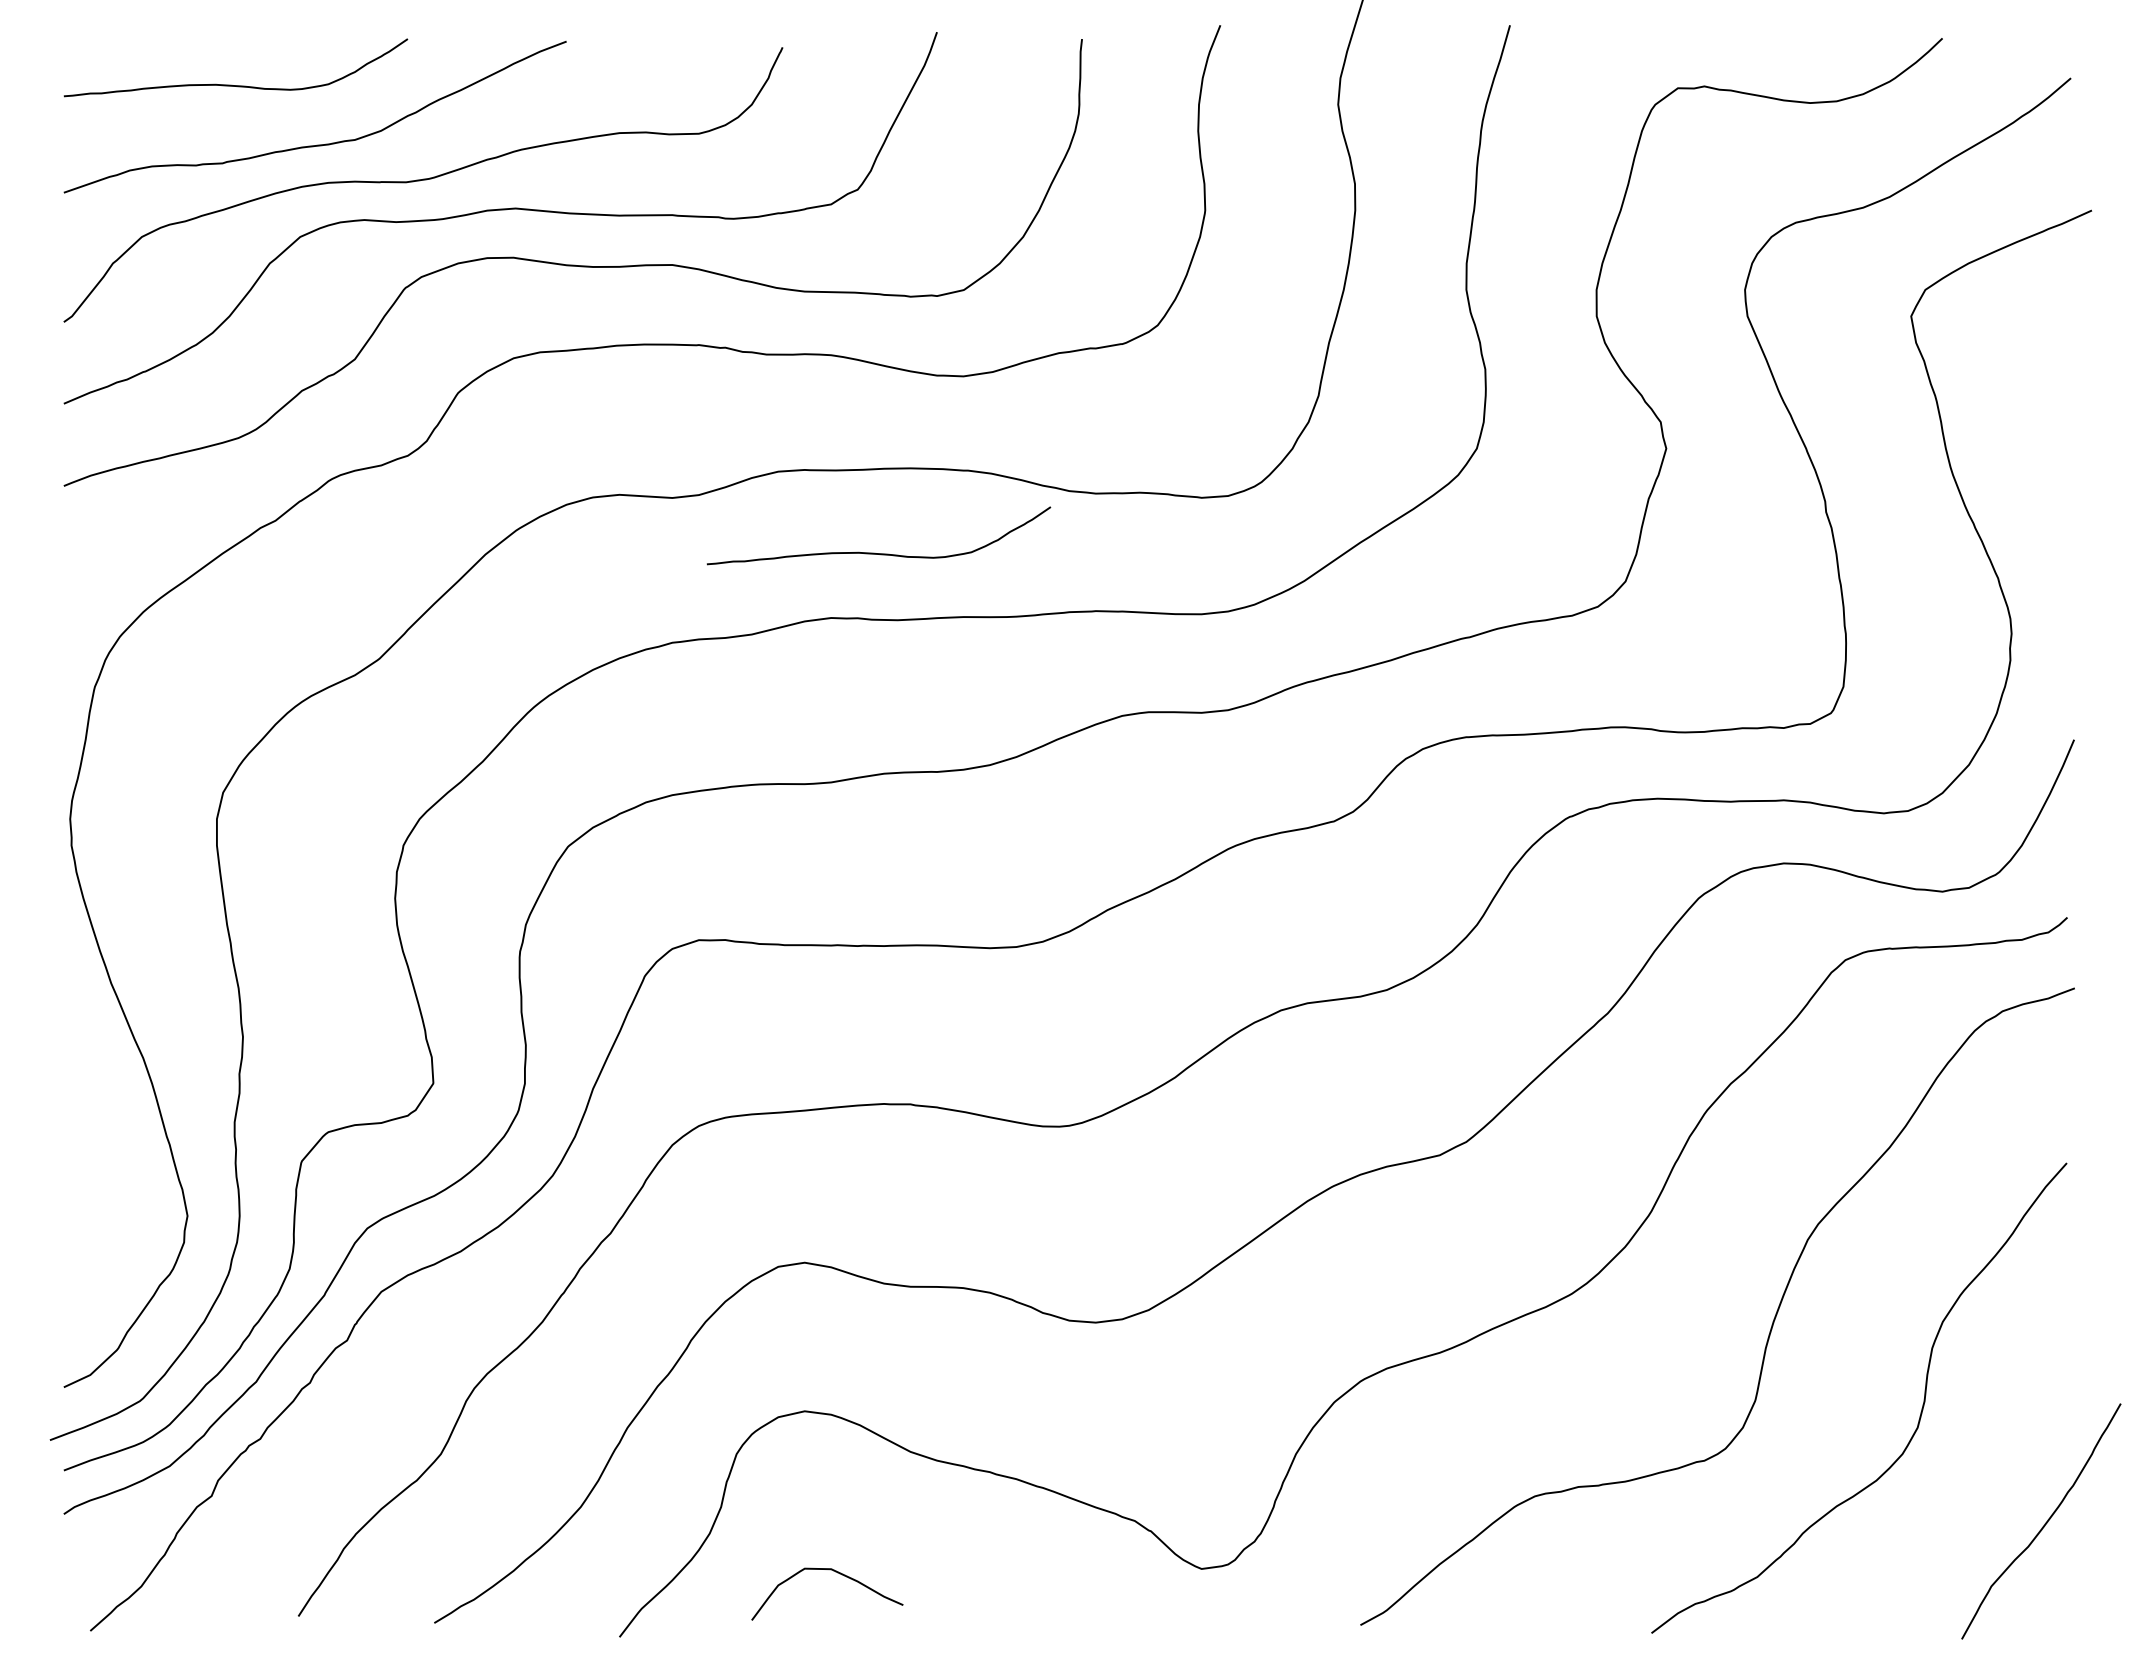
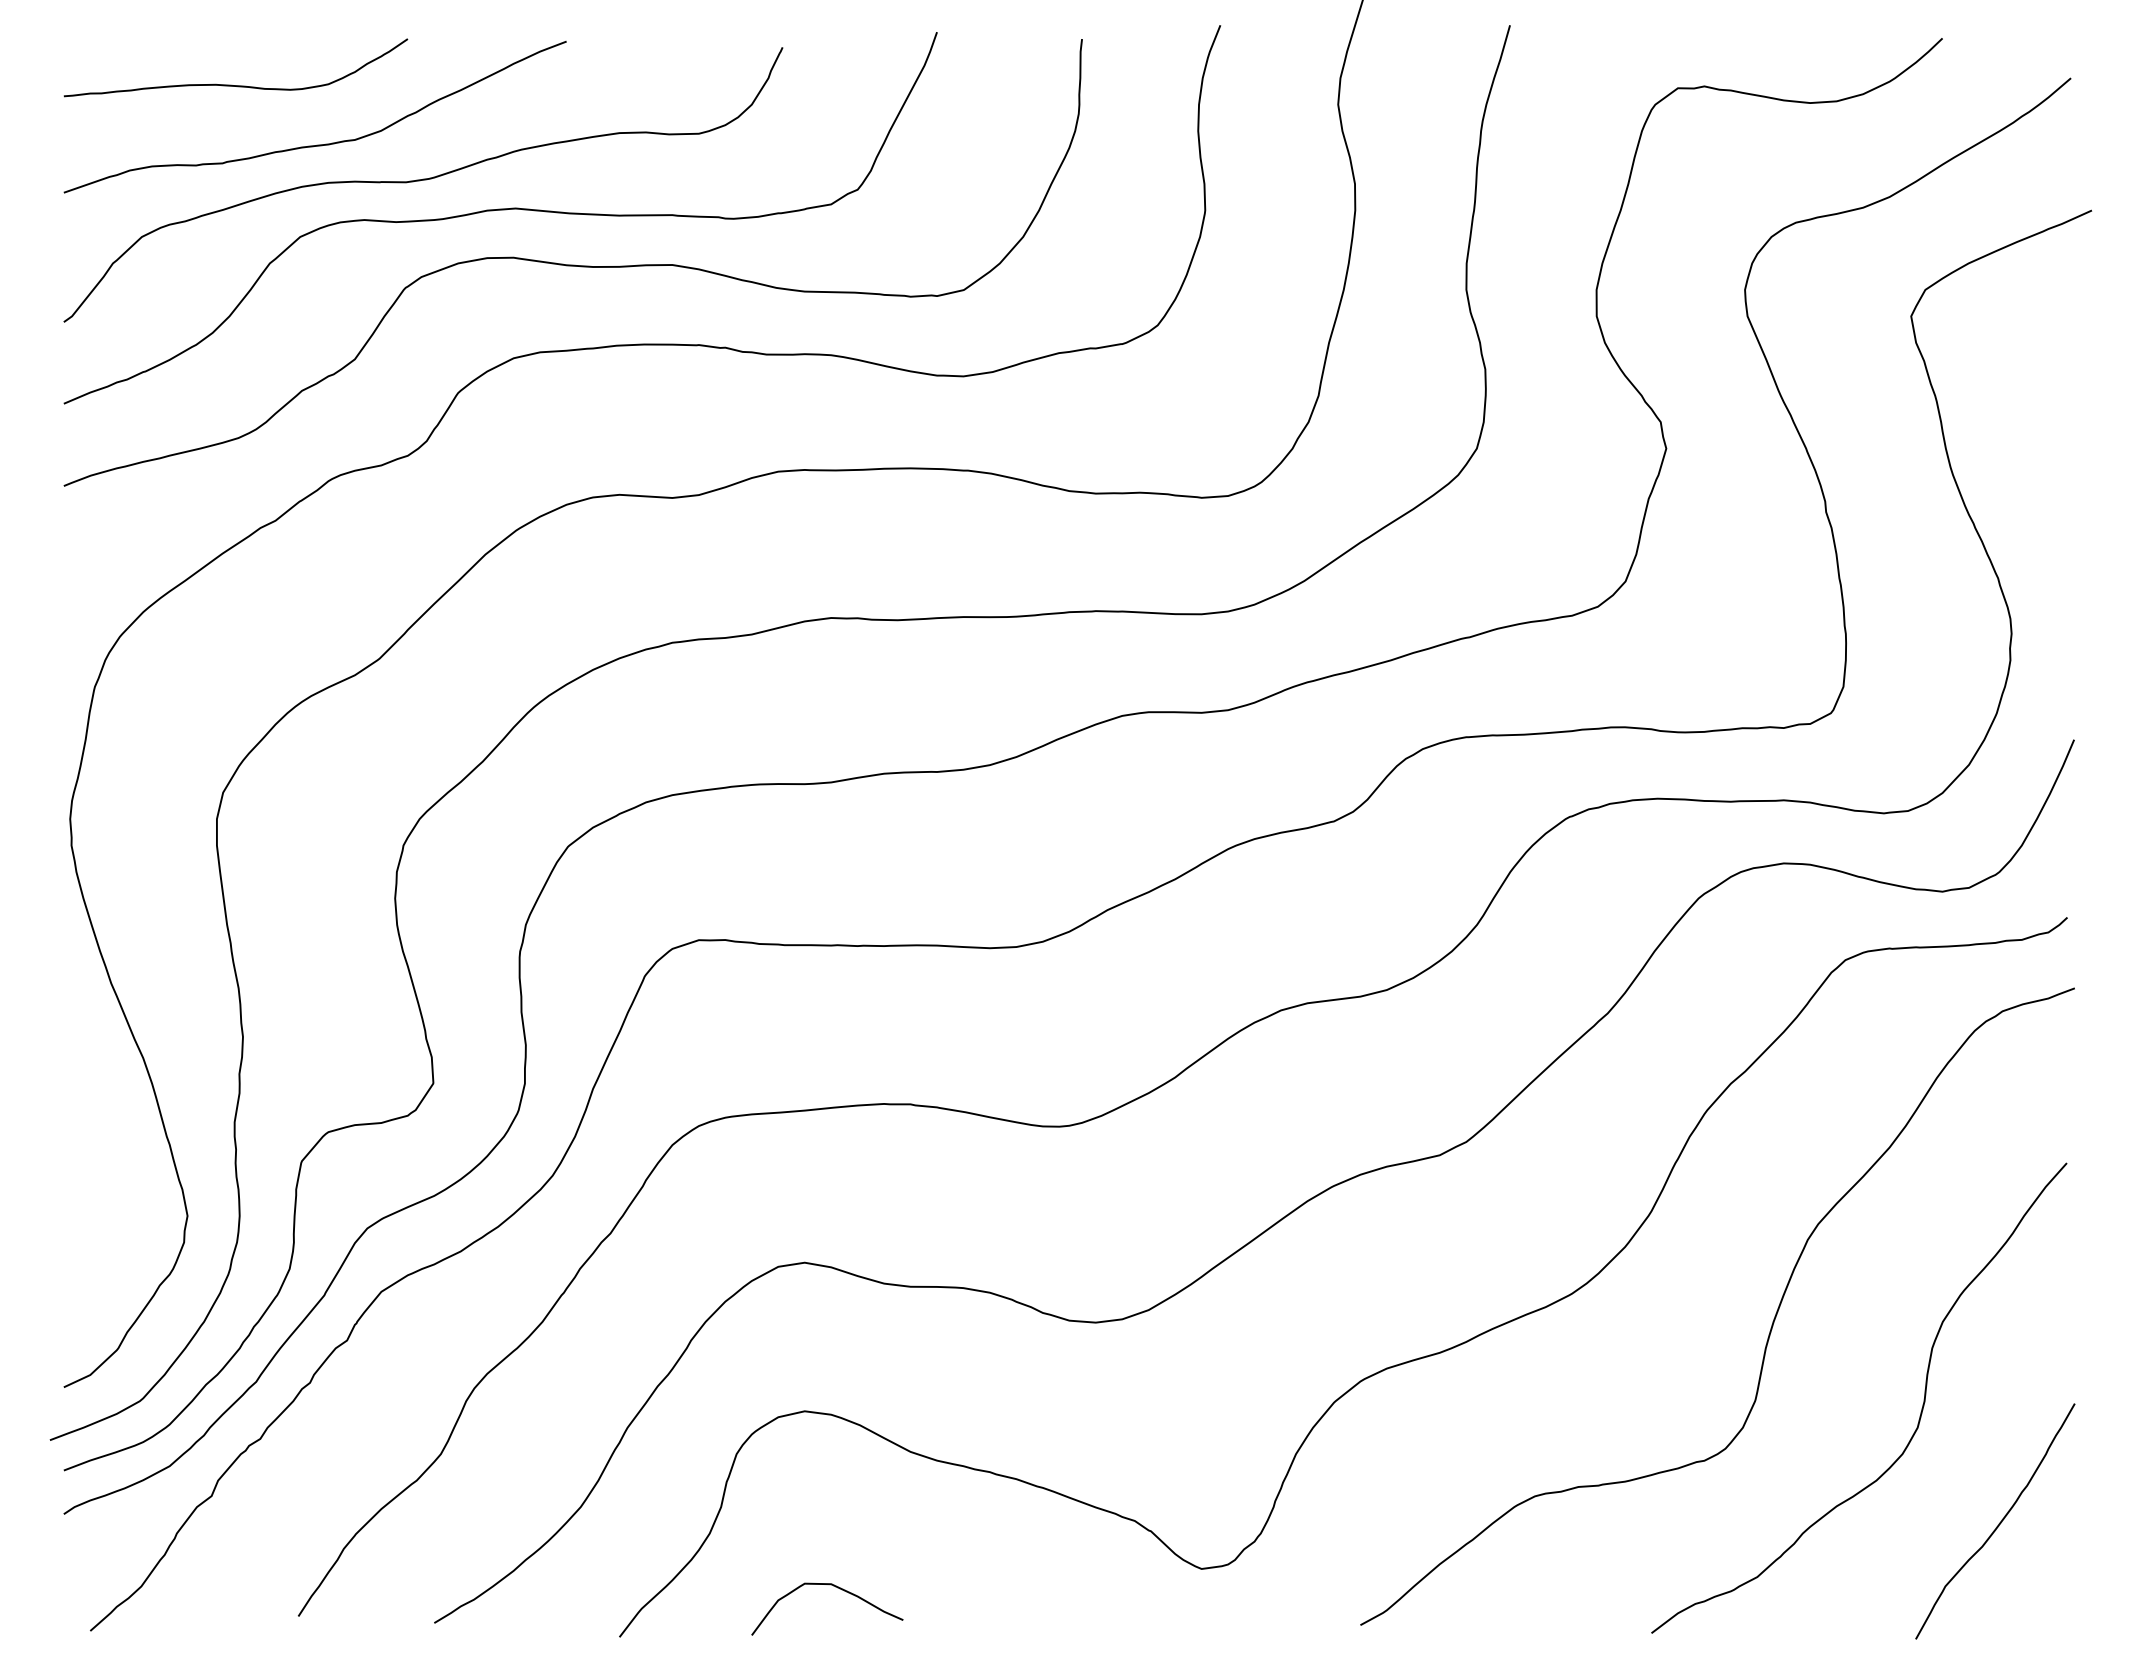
curve at (874, 552): present -> none
curve at (2044, 1523) position: (2044, 1523) -> (1998, 1523)
curve at (837, 1573) position: (837, 1573) -> (837, 1588)
